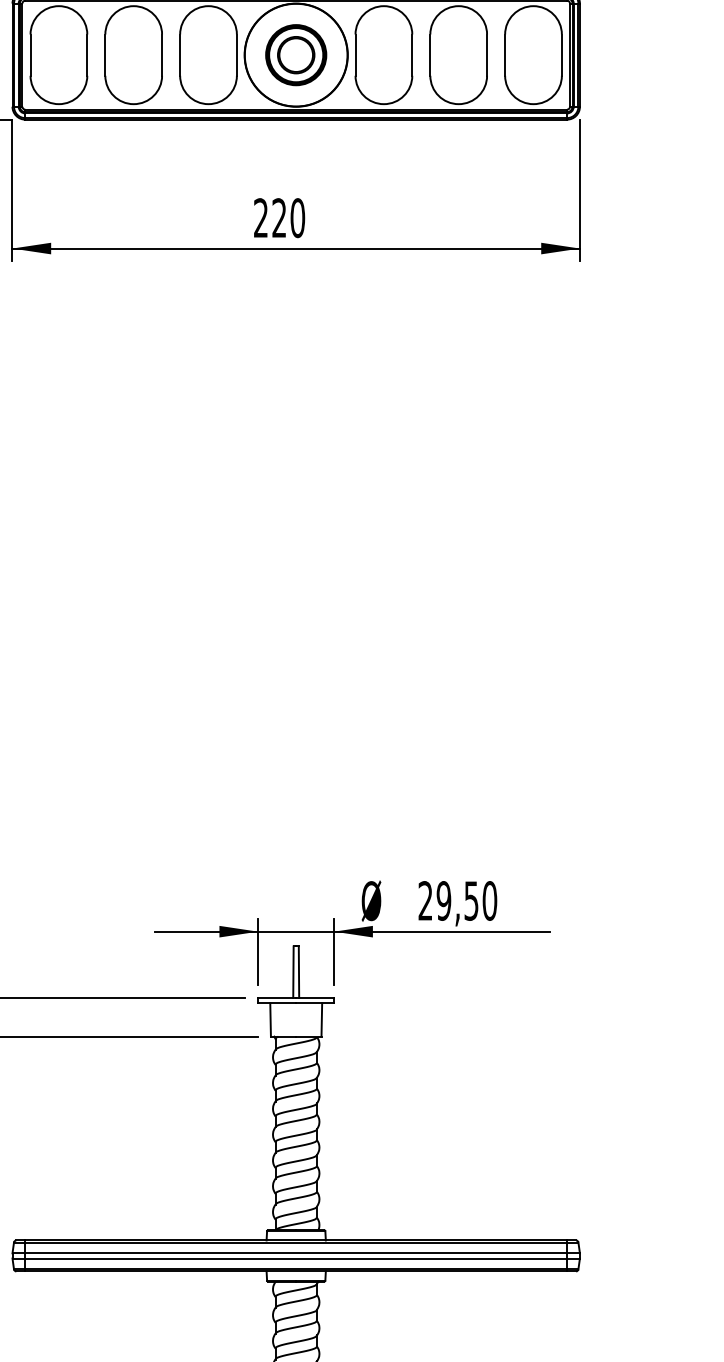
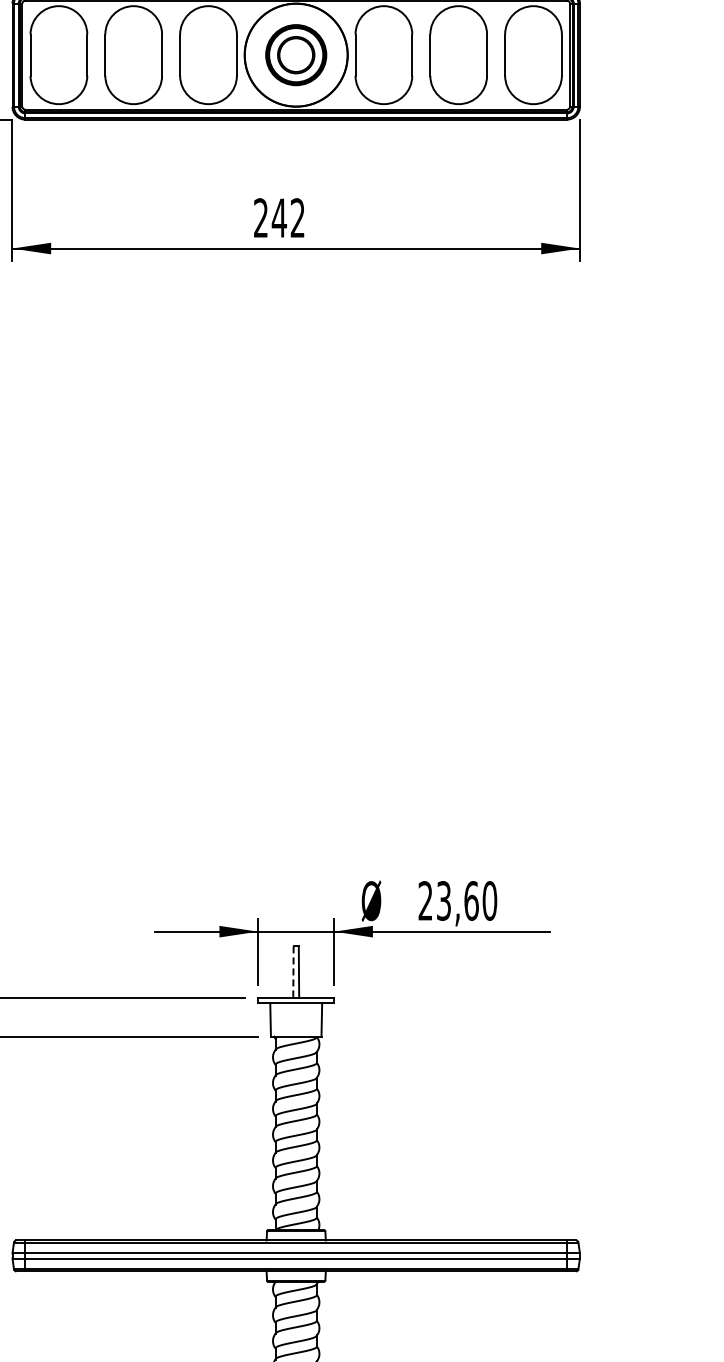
text at (288, 218): 220 -> 242
text at (457, 900): 29,50 -> 23,60
line at (293, 972): solid -> dashed
